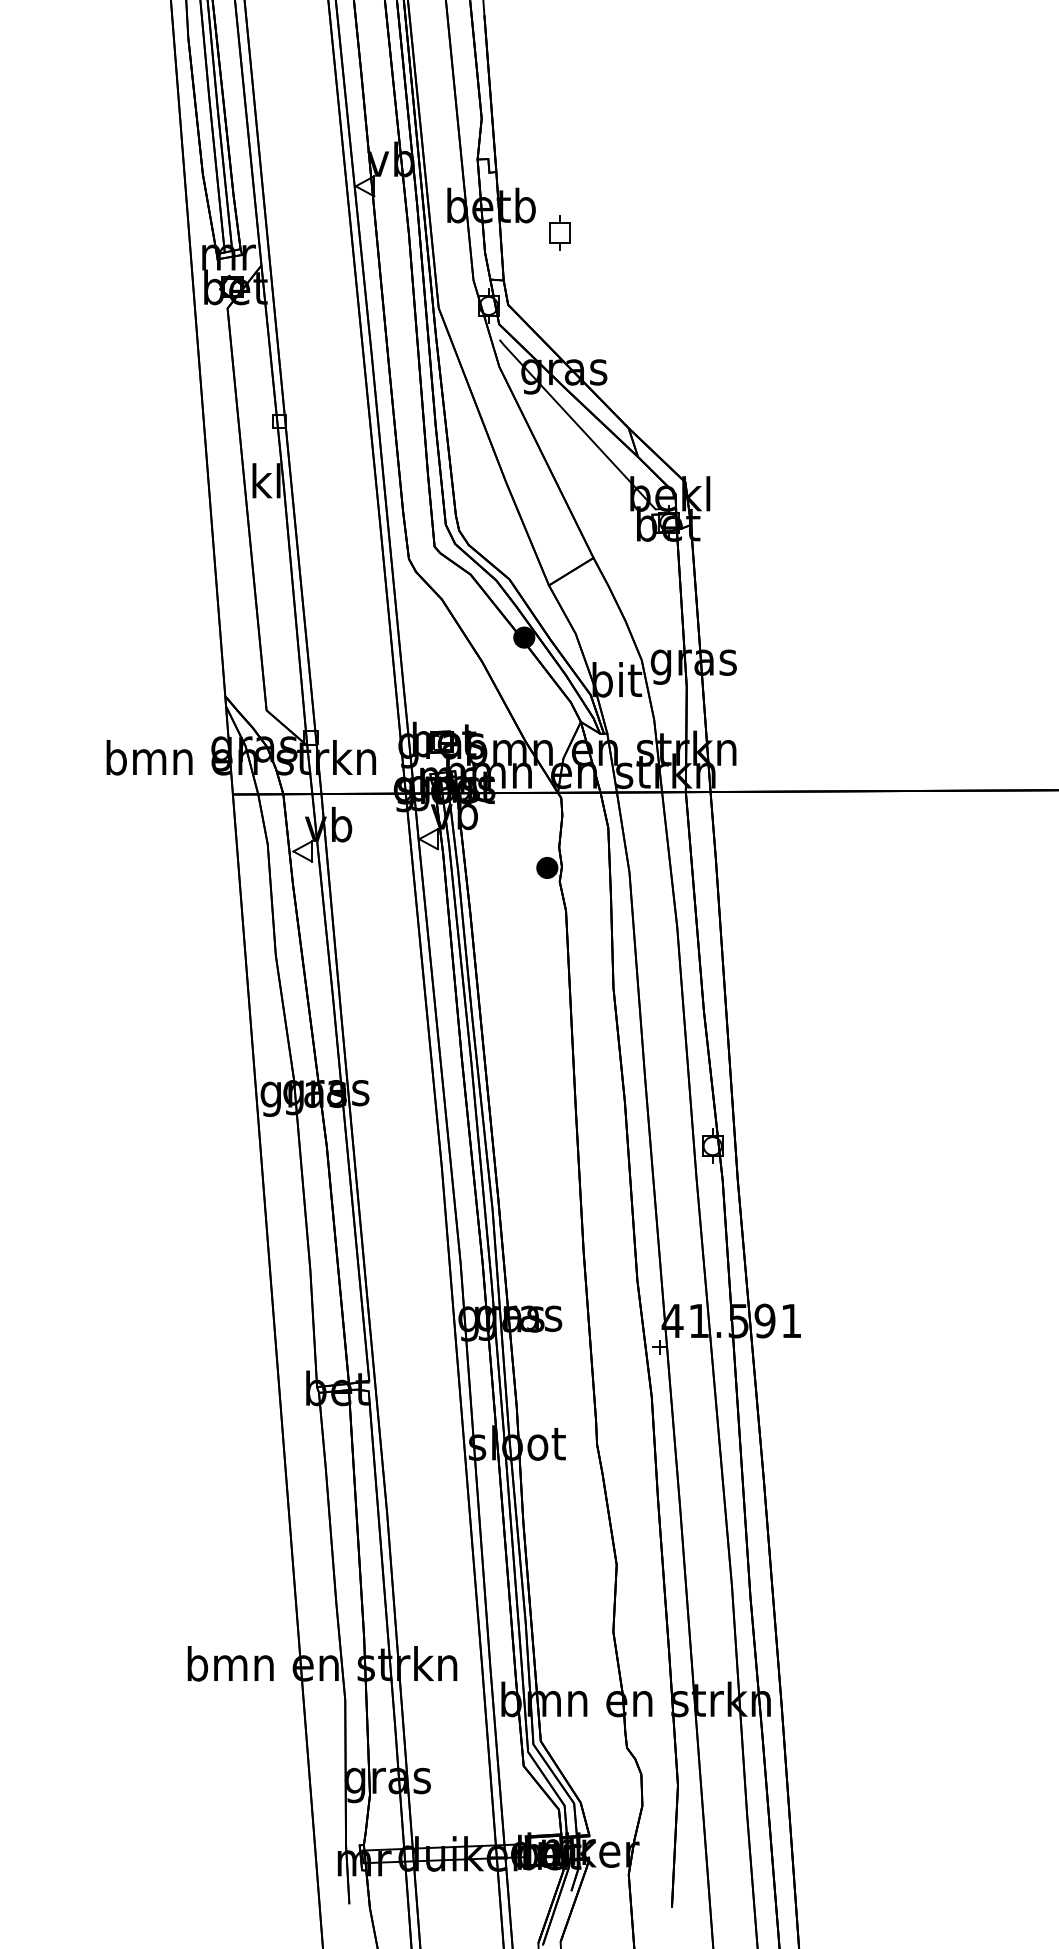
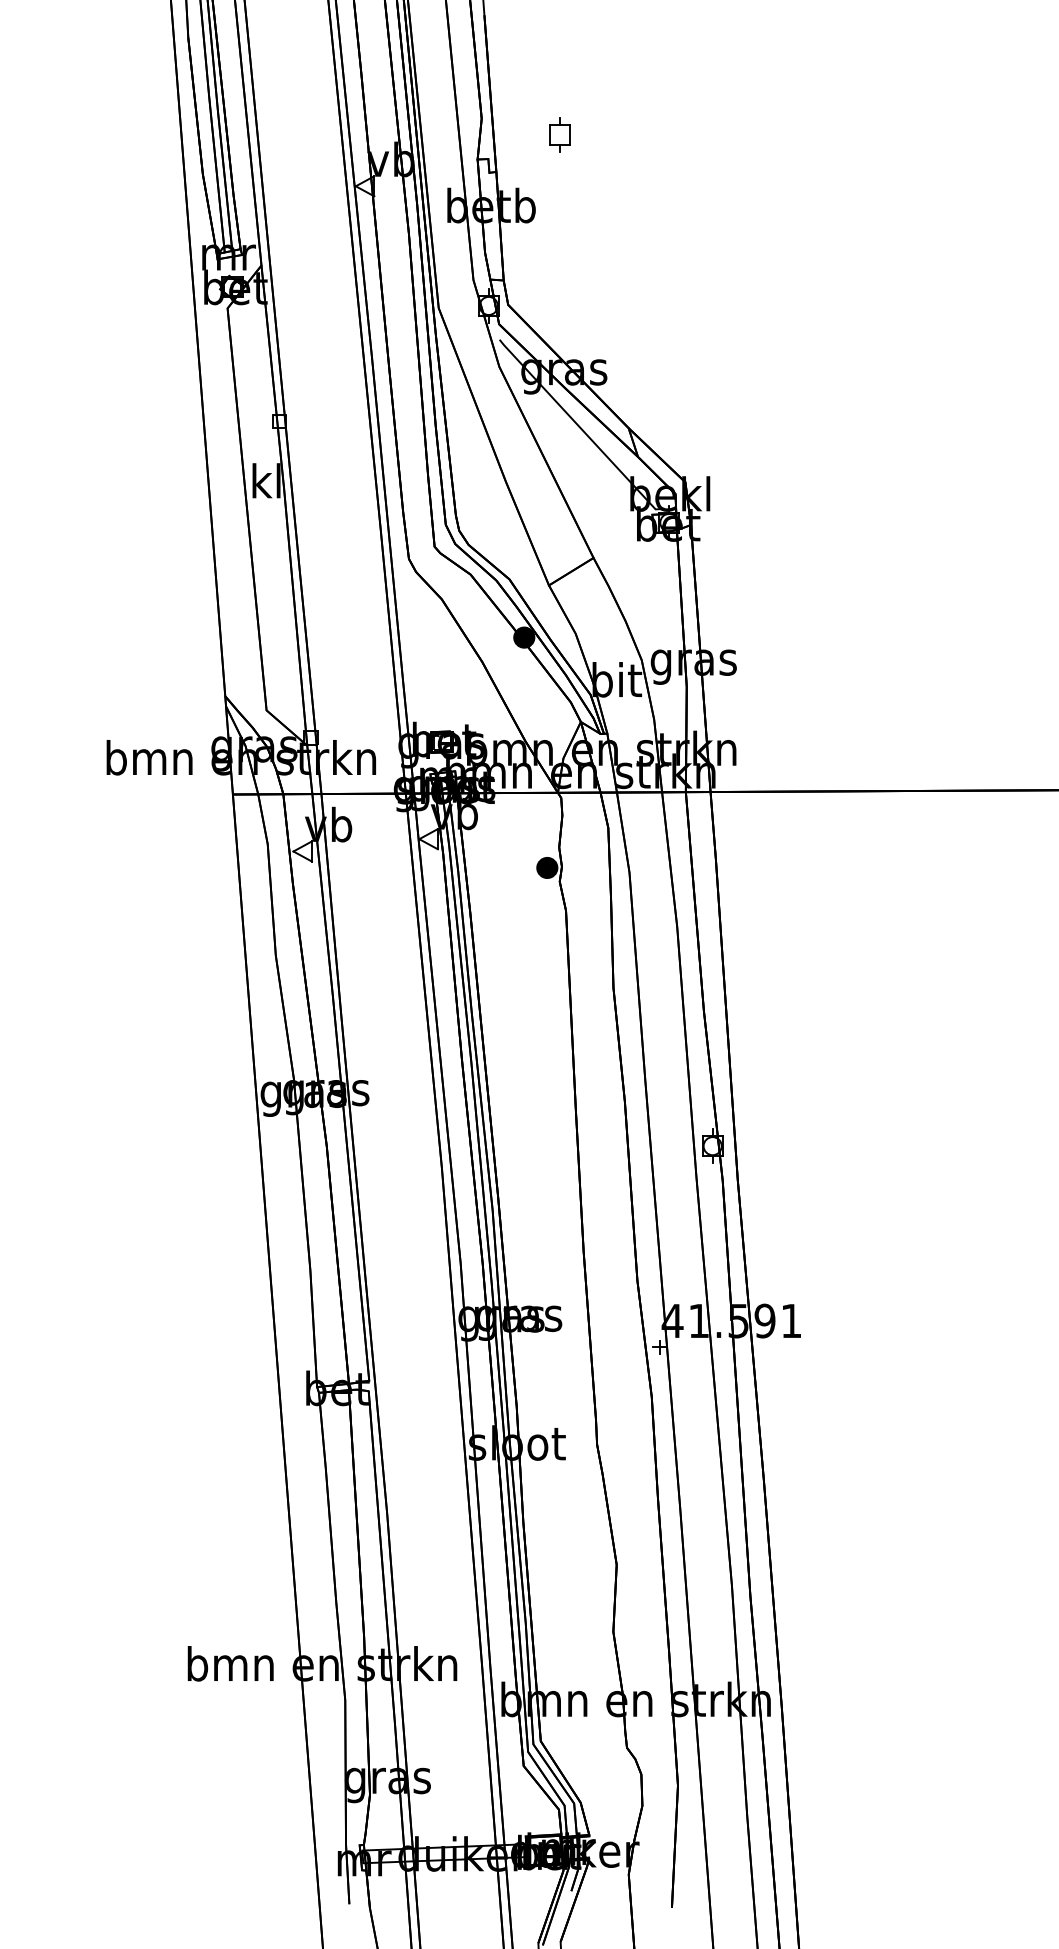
part at (559, 232) position: (559, 232) -> (559, 134)
